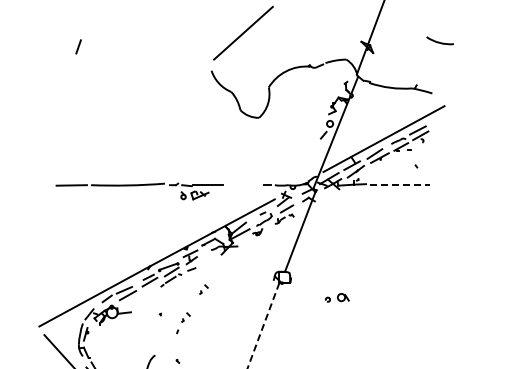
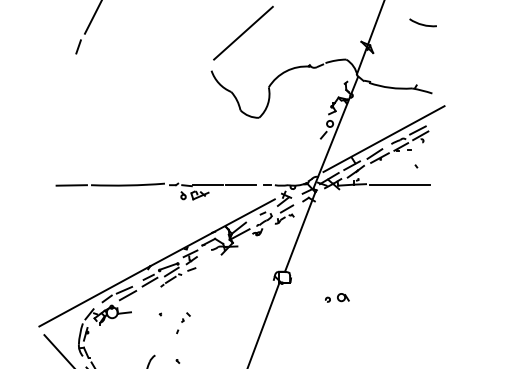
line at (92, 17): none -> present
arc at (439, 41) position: (439, 41) -> (422, 23)
line at (240, 185): none -> present
line at (400, 185): dashed -> solid
part at (203, 289): present -> none
line at (263, 325): dashed -> solid
